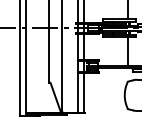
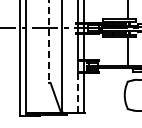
line at (48, 41): solid -> dashed
line at (77, 93): solid -> dashed
